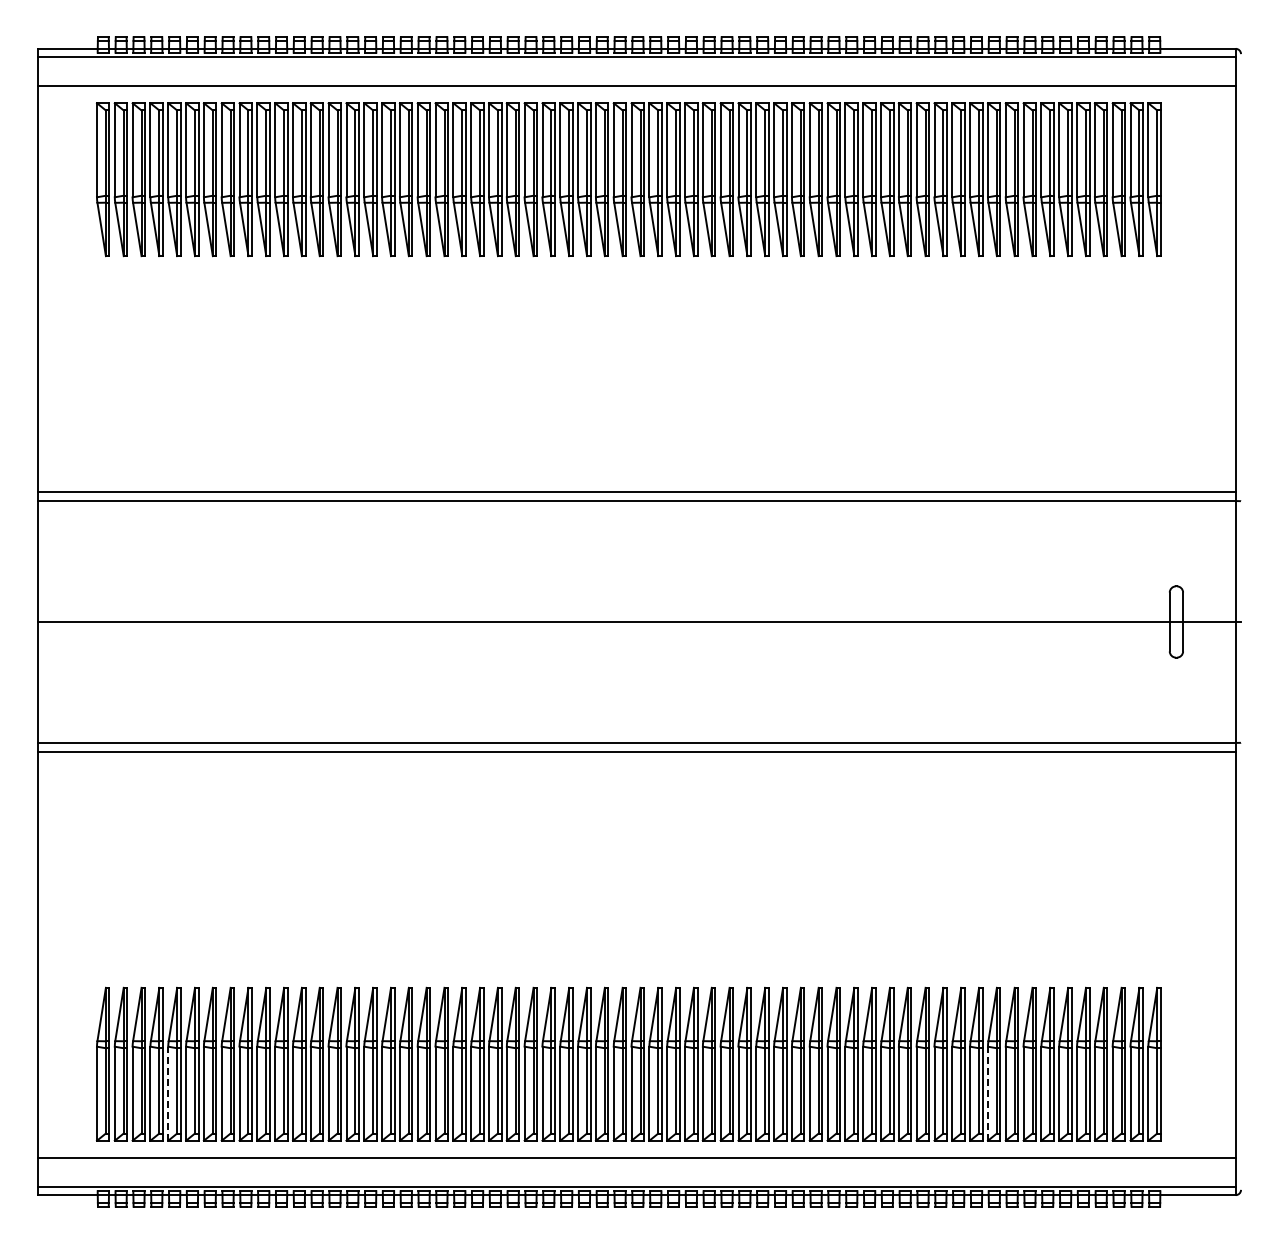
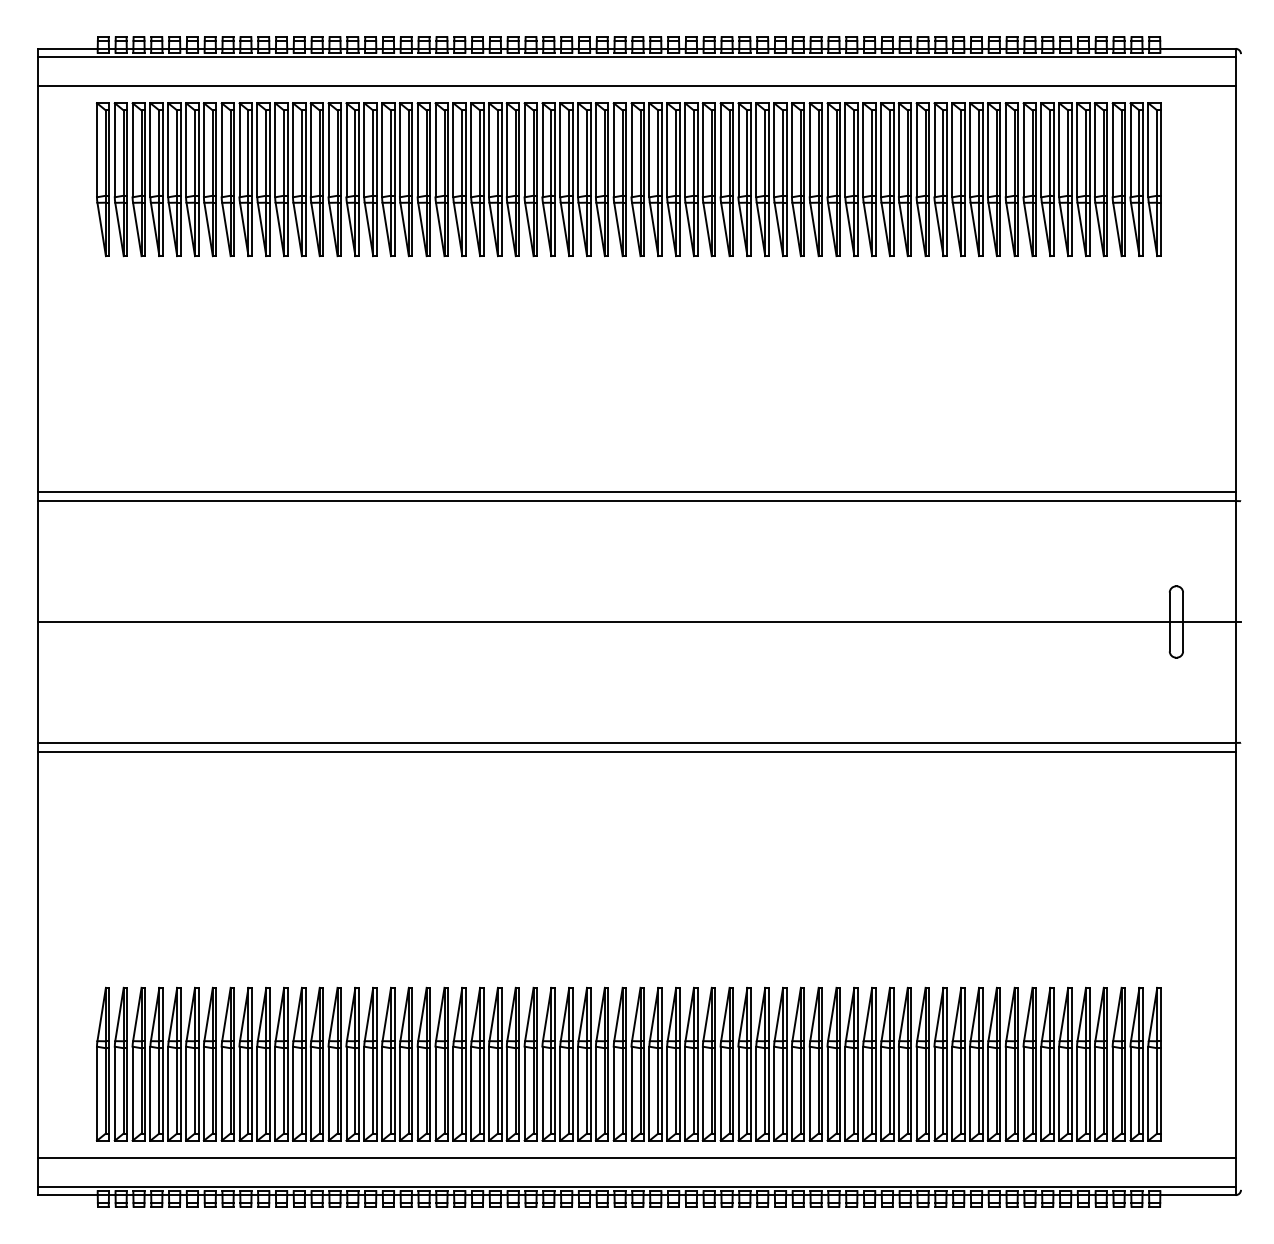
line at (168, 1093): dashed -> solid
line at (988, 1093): dashed -> solid
